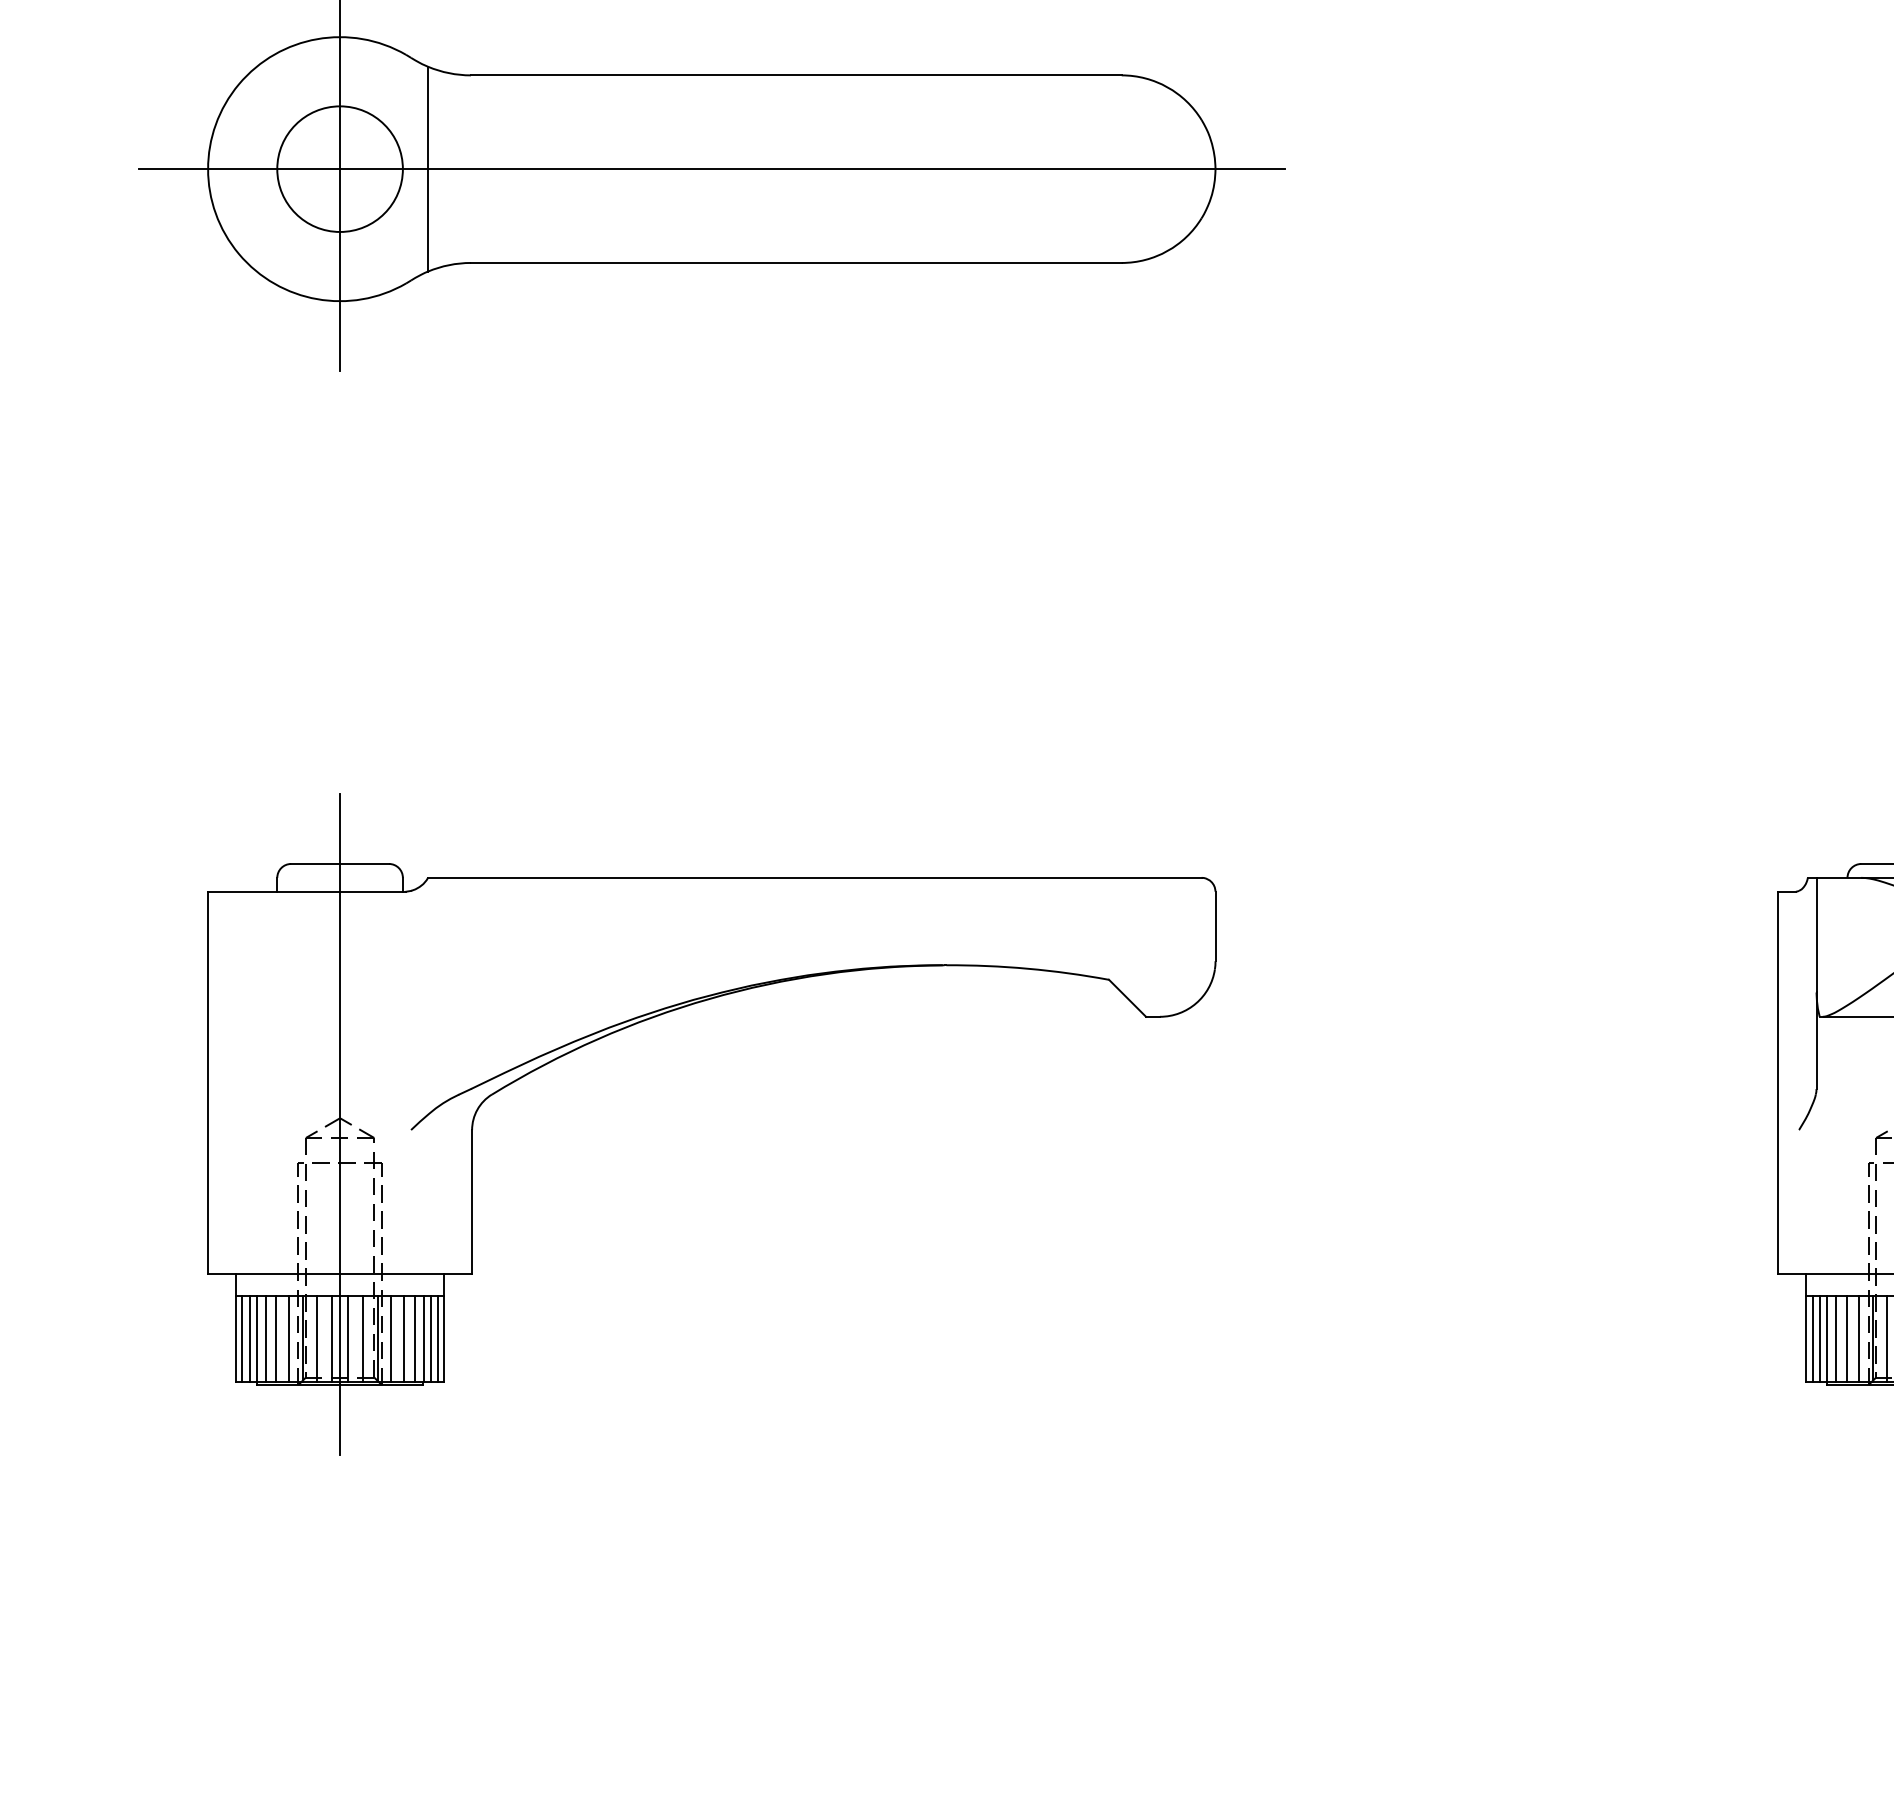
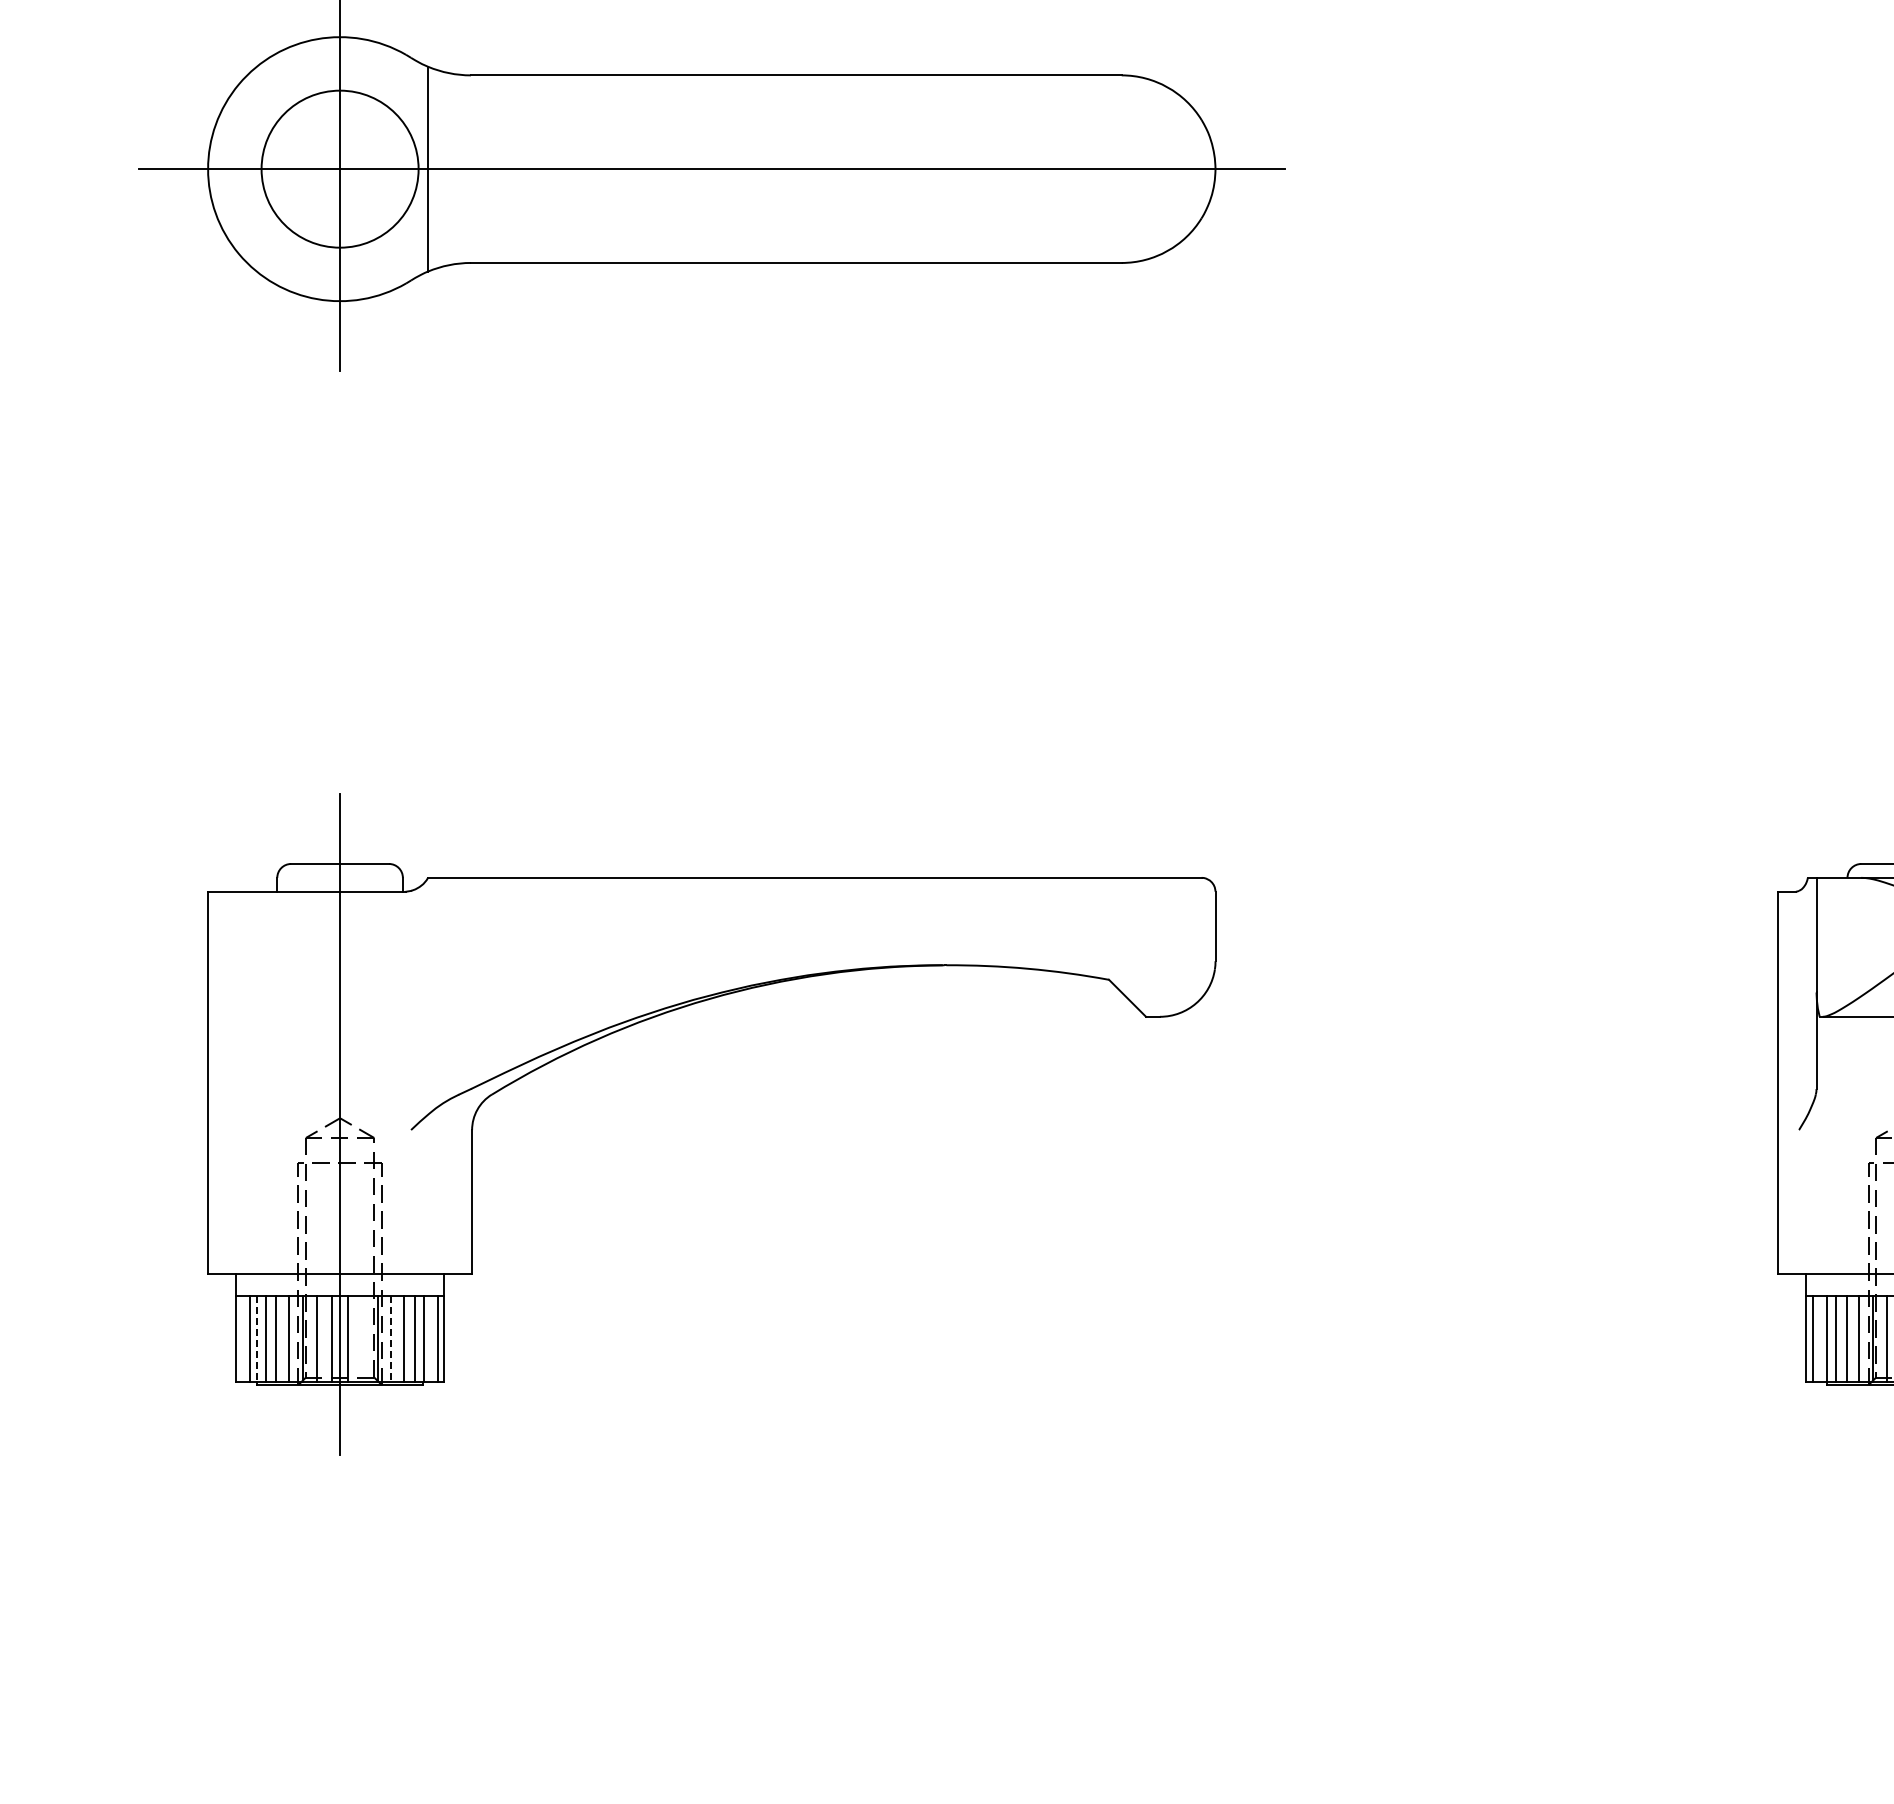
circle at (339, 168) diameter: 126 px -> 157 px
line at (242, 1339): present -> none
line at (256, 1339): solid -> dashed
line at (363, 1339): present -> none
line at (391, 1339): solid -> dashed
line at (430, 1339): present -> none
line at (1819, 1339): present -> none
